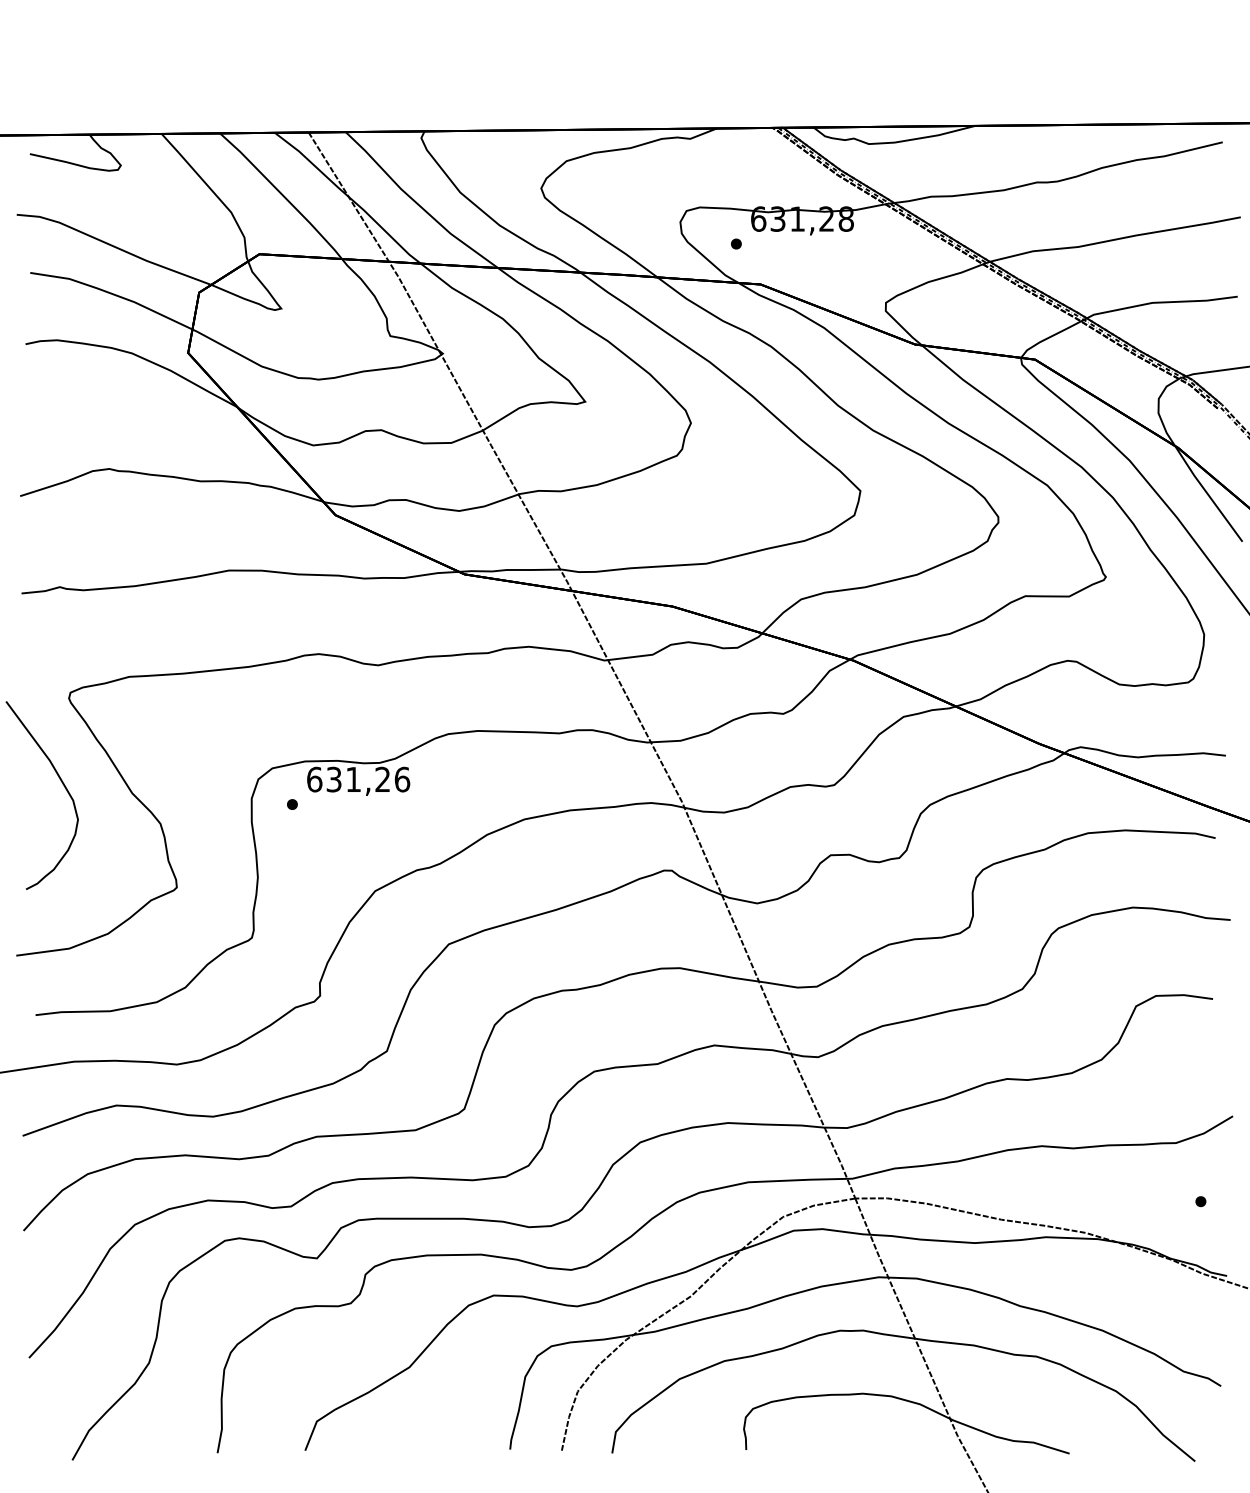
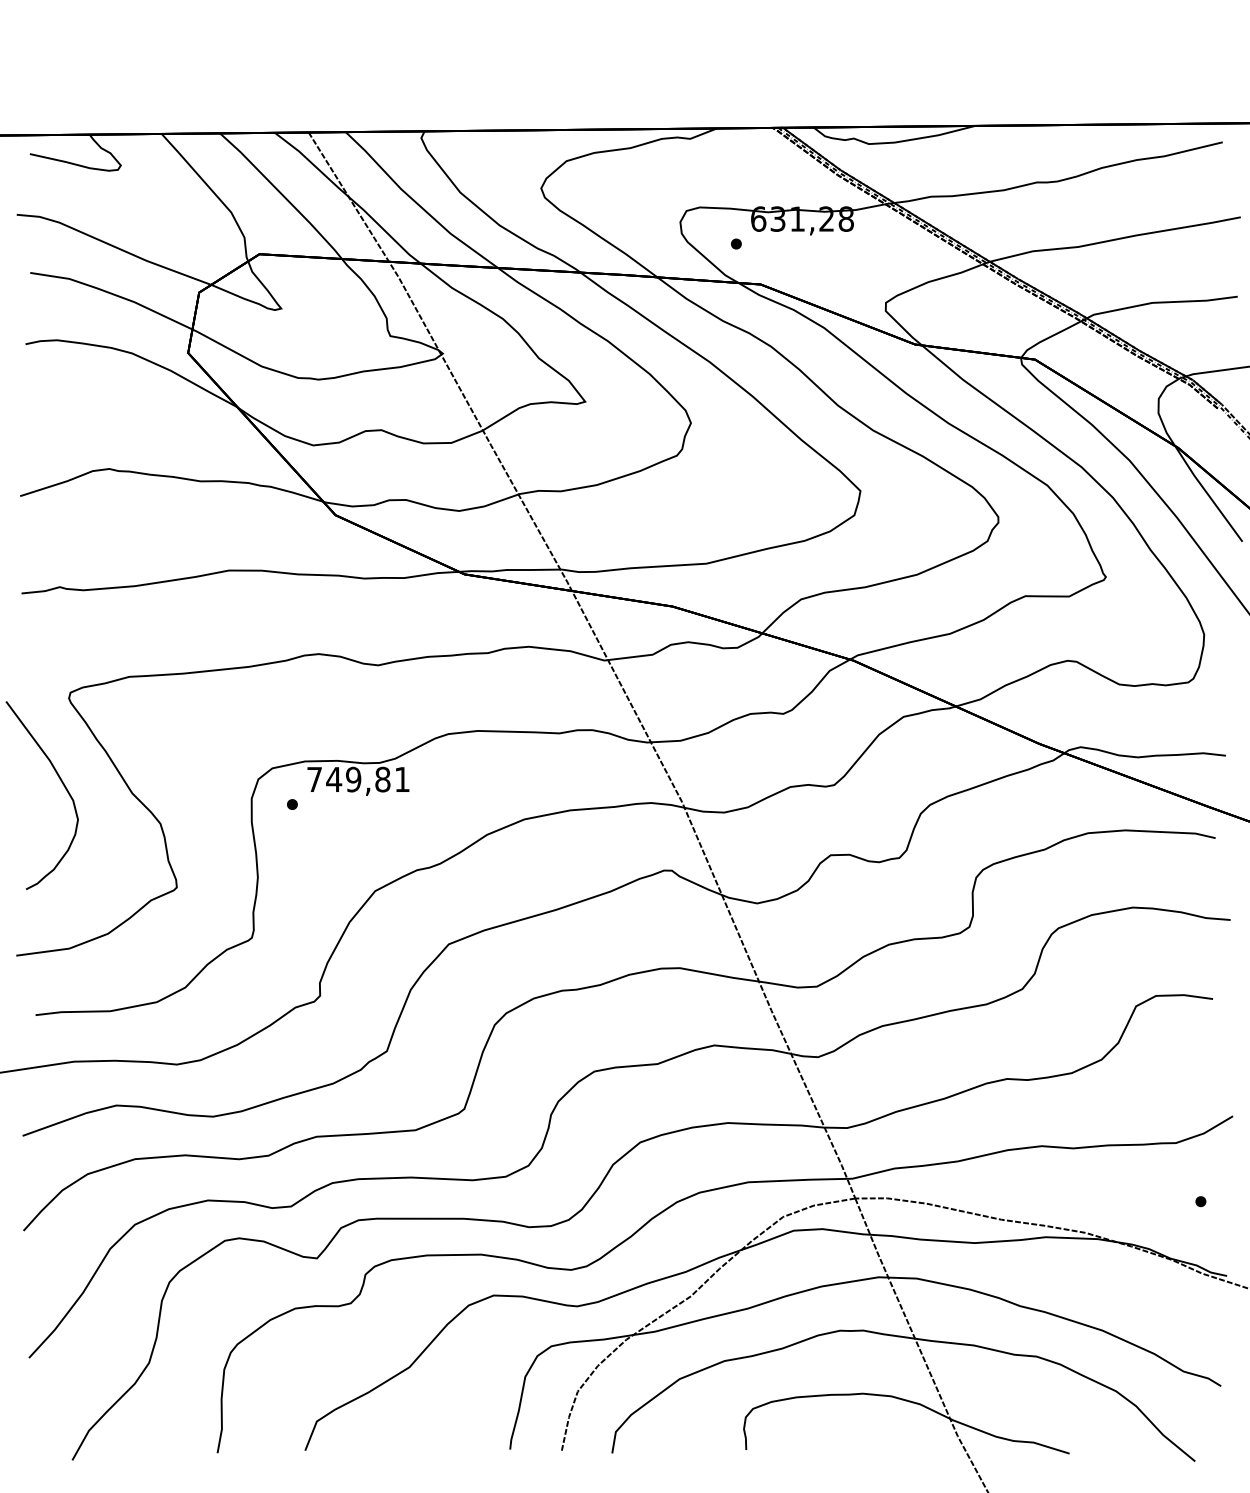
text at (358, 779): 631,26 -> 749,81
